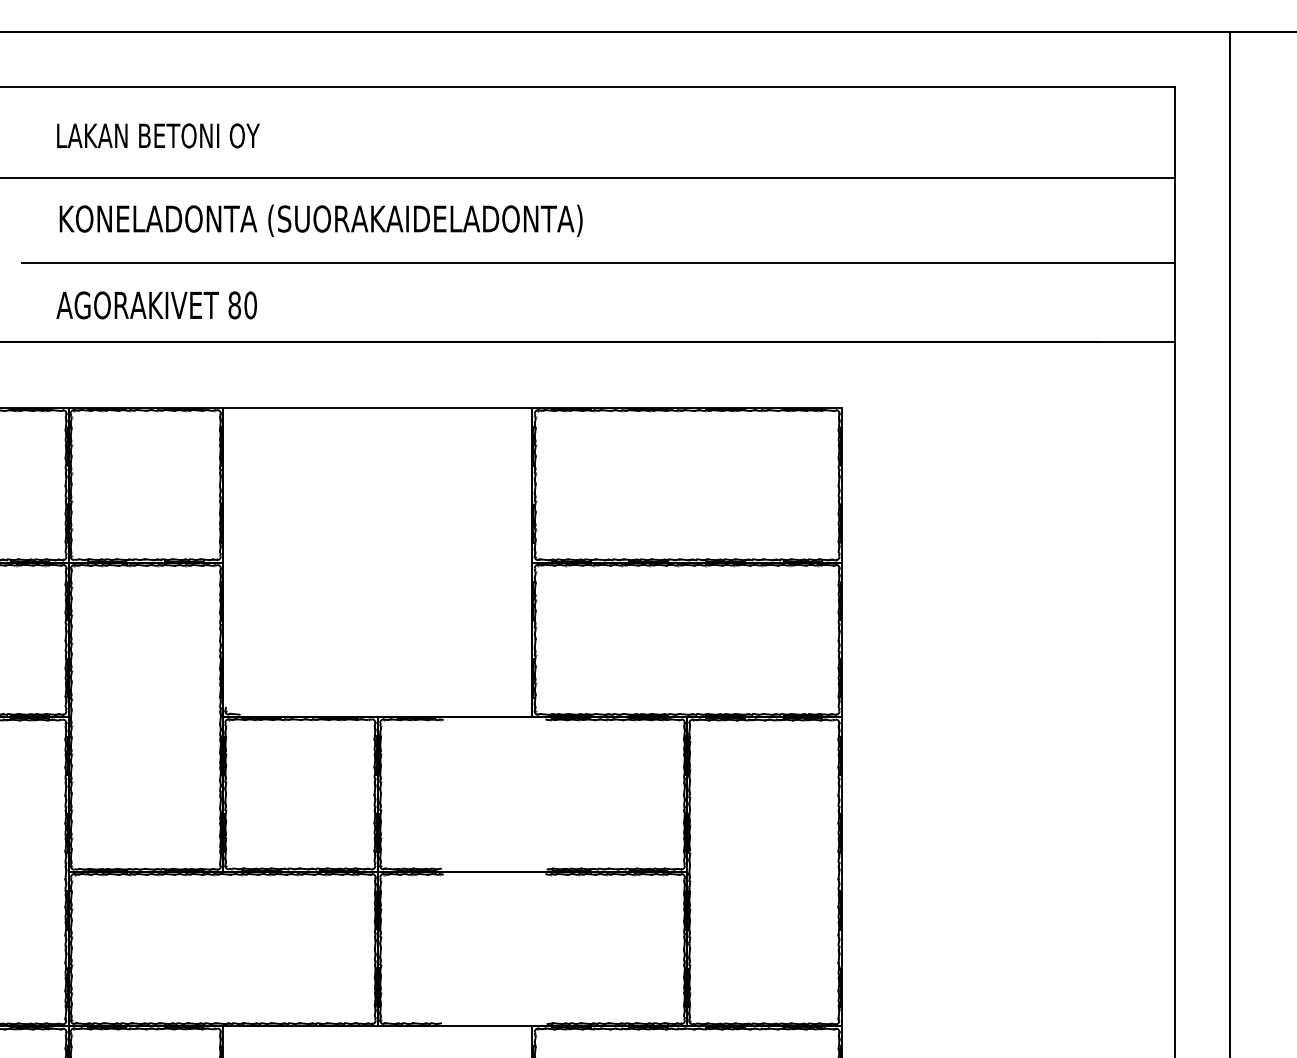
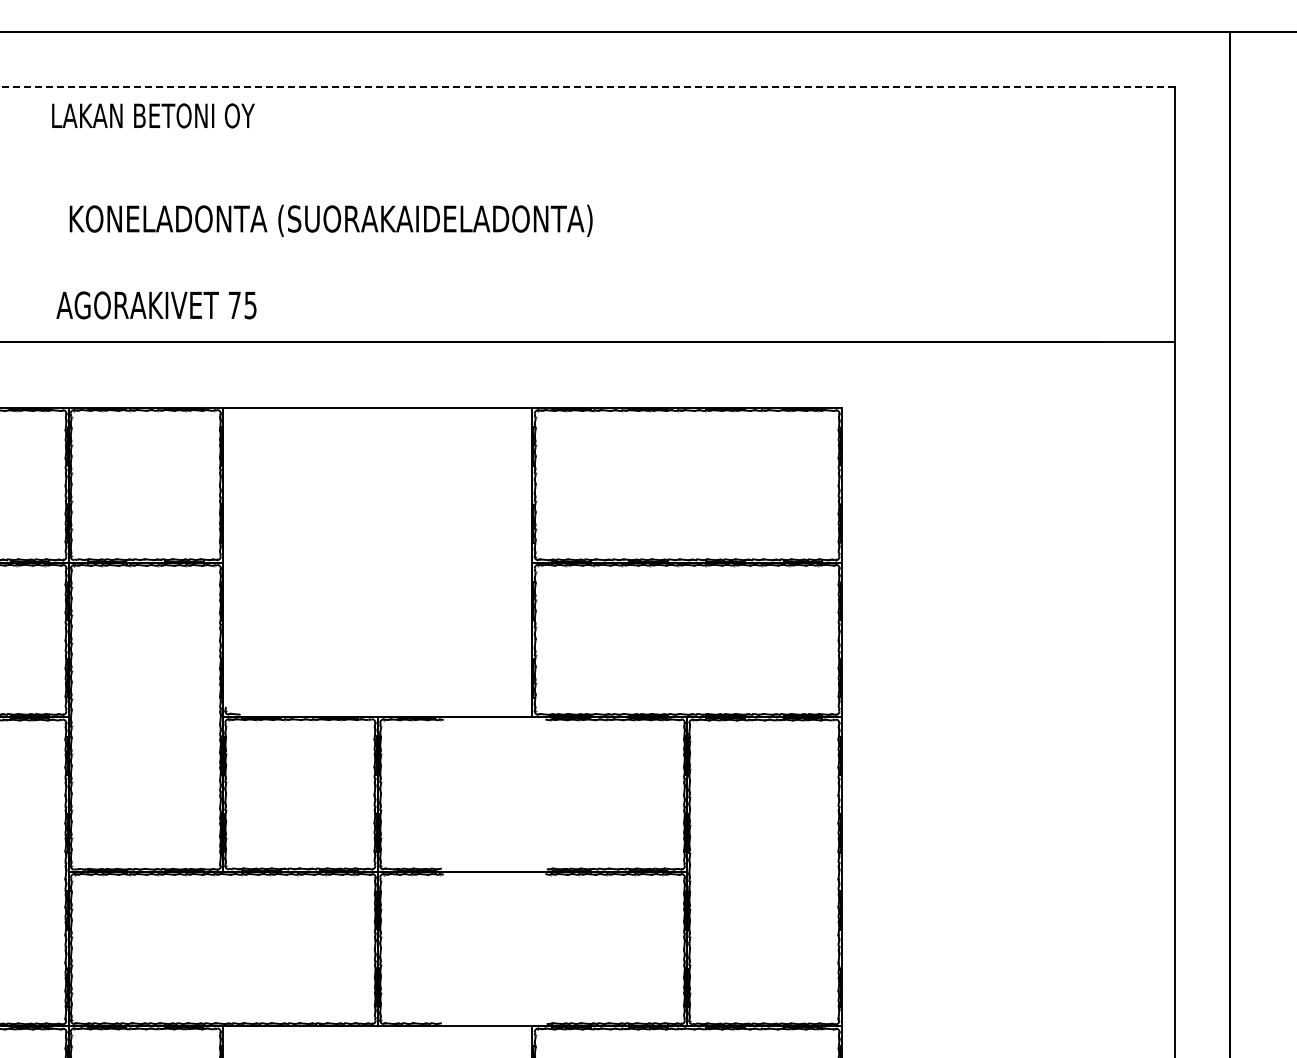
line at (587, 86): solid -> dashed
text at (158, 135) position: (158, 135) -> (153, 115)
line at (588, 178): present -> none
text at (320, 220) position: (320, 220) -> (330, 220)
line at (598, 263): present -> none
text at (242, 305): 80 -> 75
